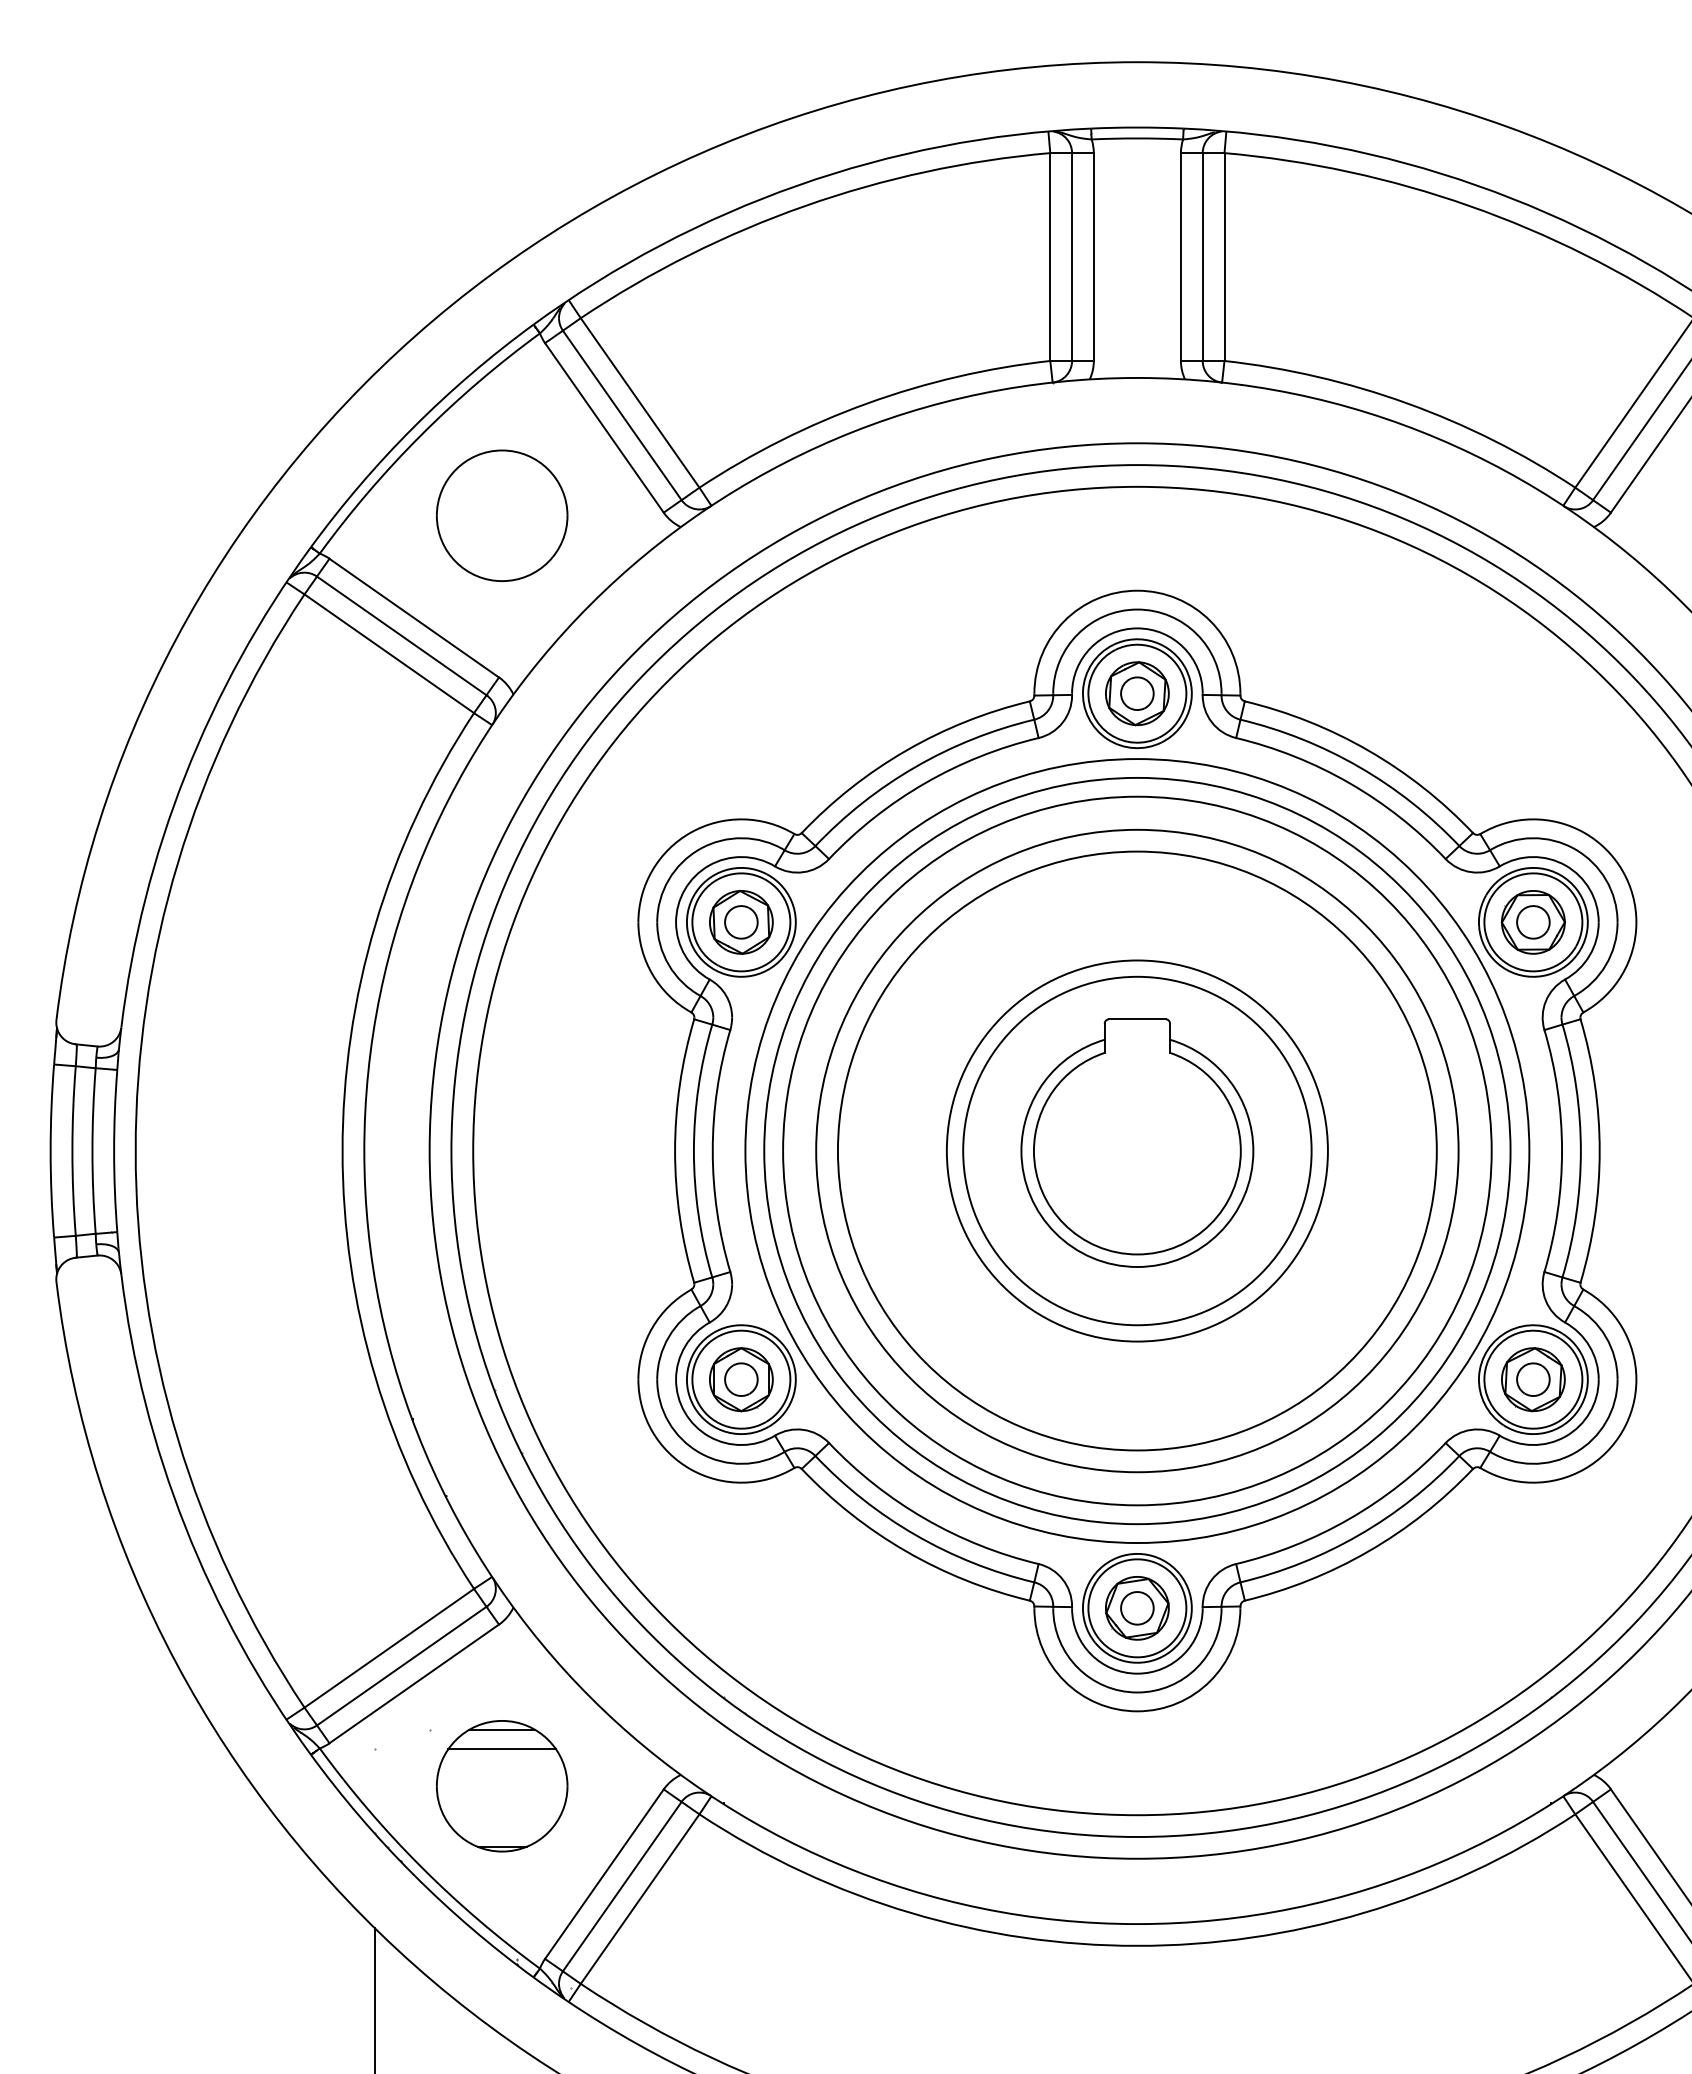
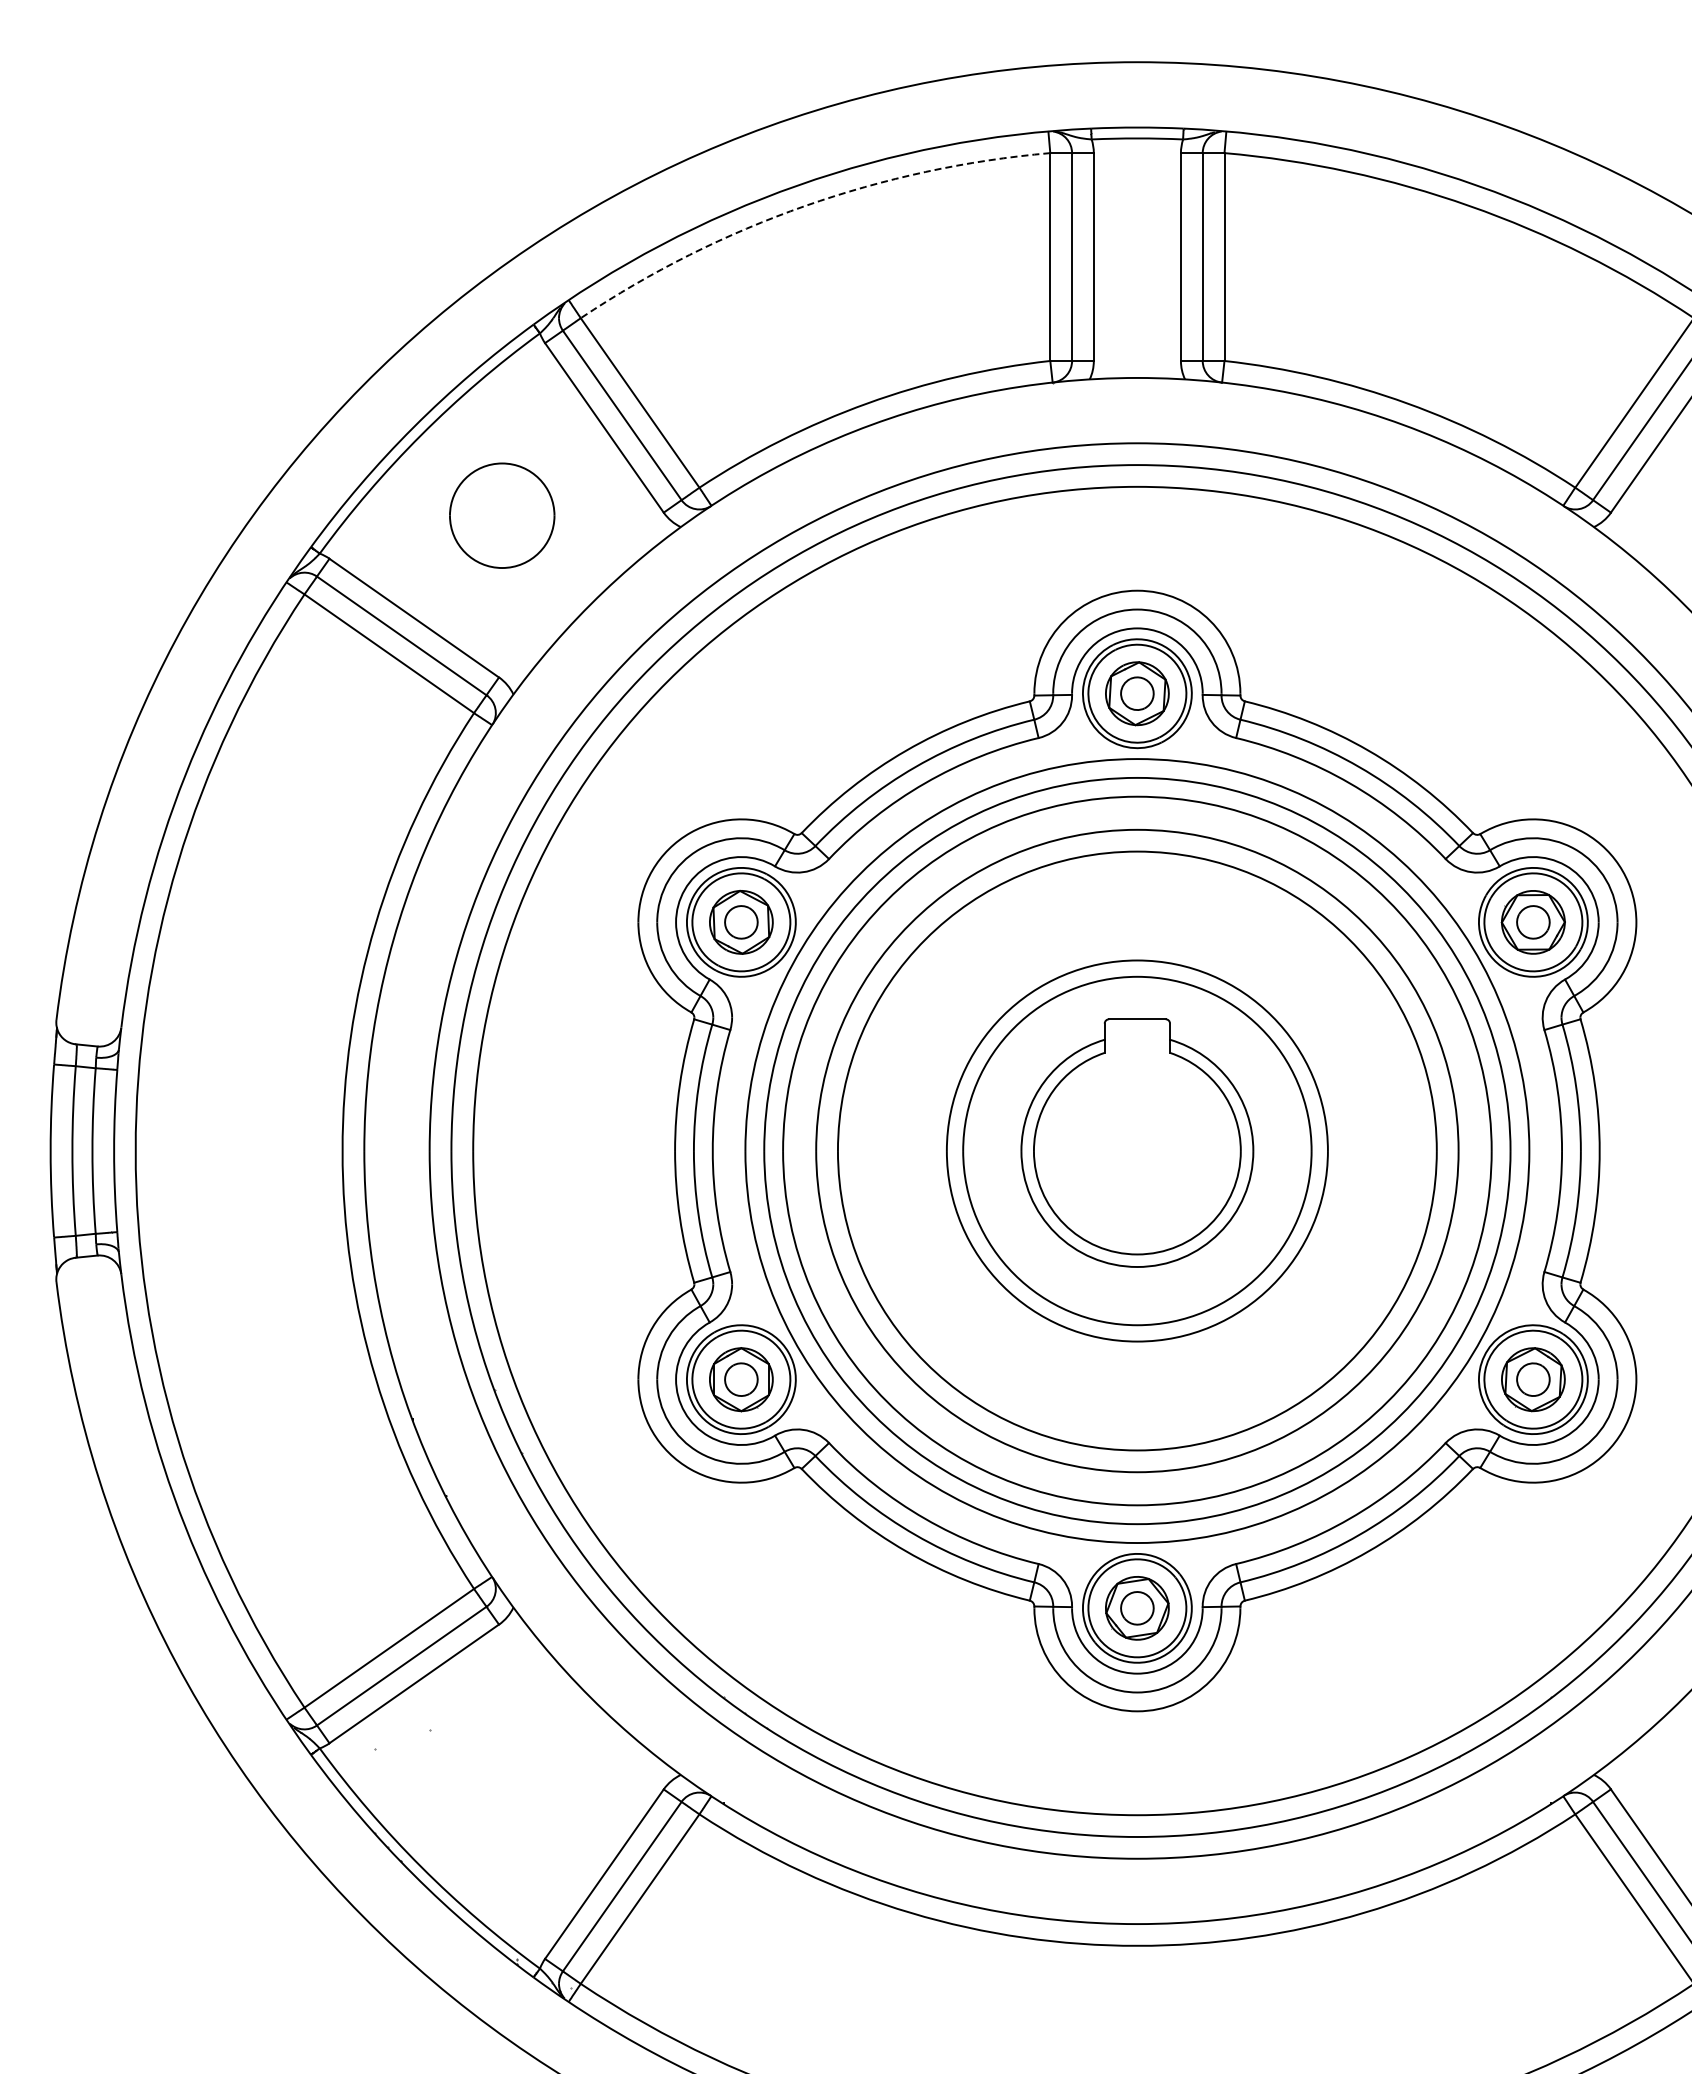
arc at (805, 206): solid -> dashed
part at (502, 515) size: 133x133 px -> 107x107 px
part at (502, 1786): present -> none
line at (375, 1998): present -> none
